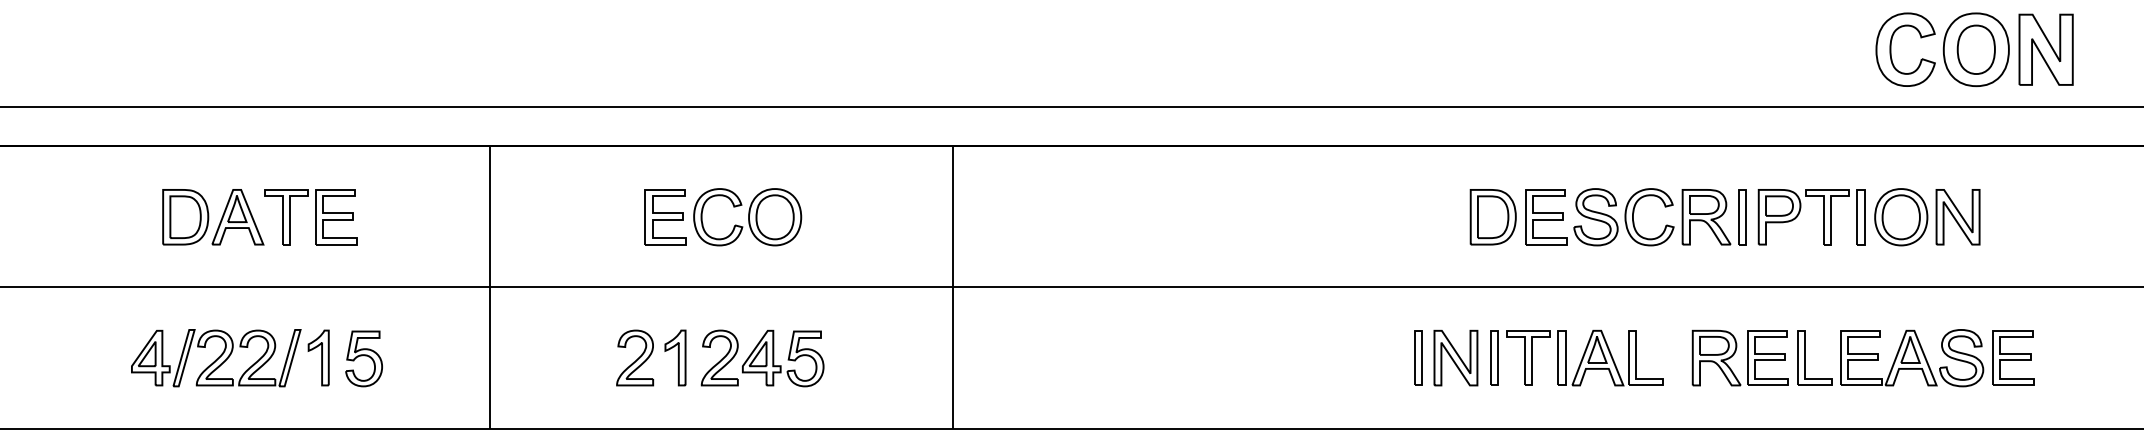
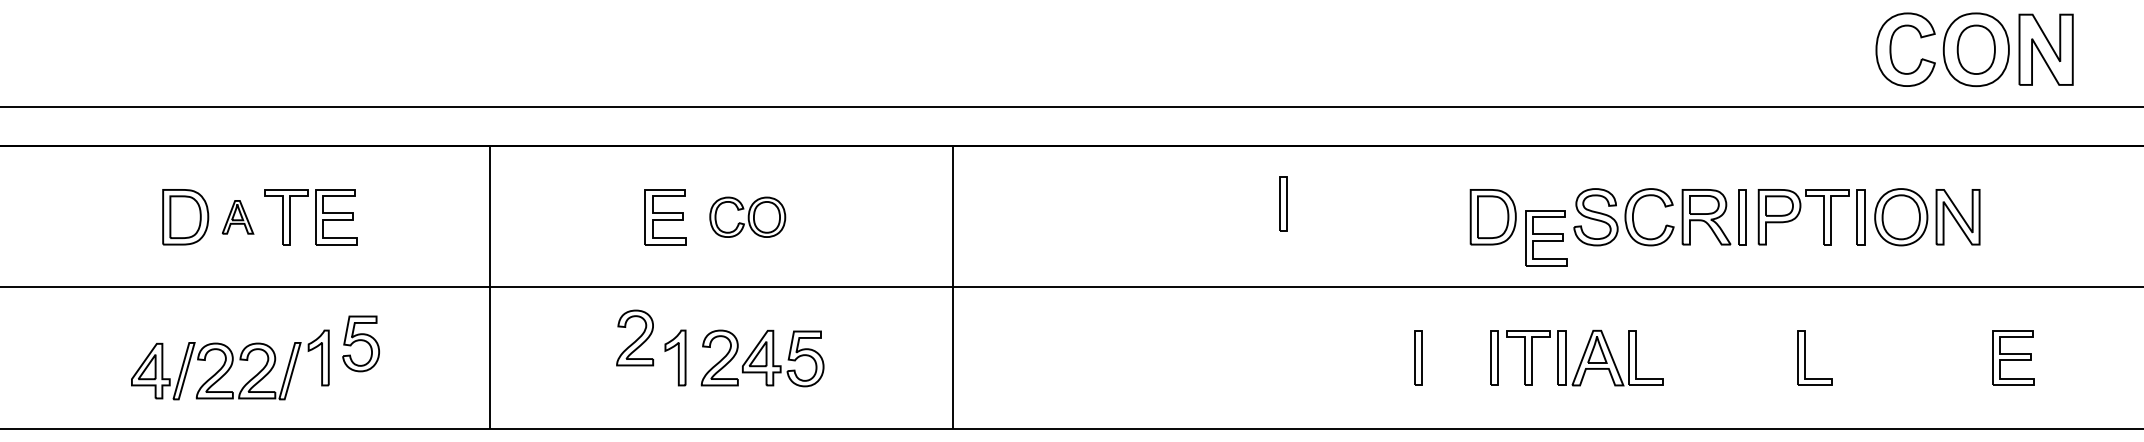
part at (1283, 203): none -> present
part at (237, 217) size: 54x57 px -> 34x35 px
part at (747, 217) size: 110x59 px -> 78x42 px
part at (1546, 217) position: (1546, 217) -> (1546, 238)
part at (635, 357) position: (635, 357) -> (635, 337)
part at (1455, 357): present -> none
part at (1739, 357): present -> none
part at (216, 358) position: (216, 358) -> (216, 371)
part at (363, 358) position: (363, 358) -> (360, 343)
part at (1912, 358): present -> none
